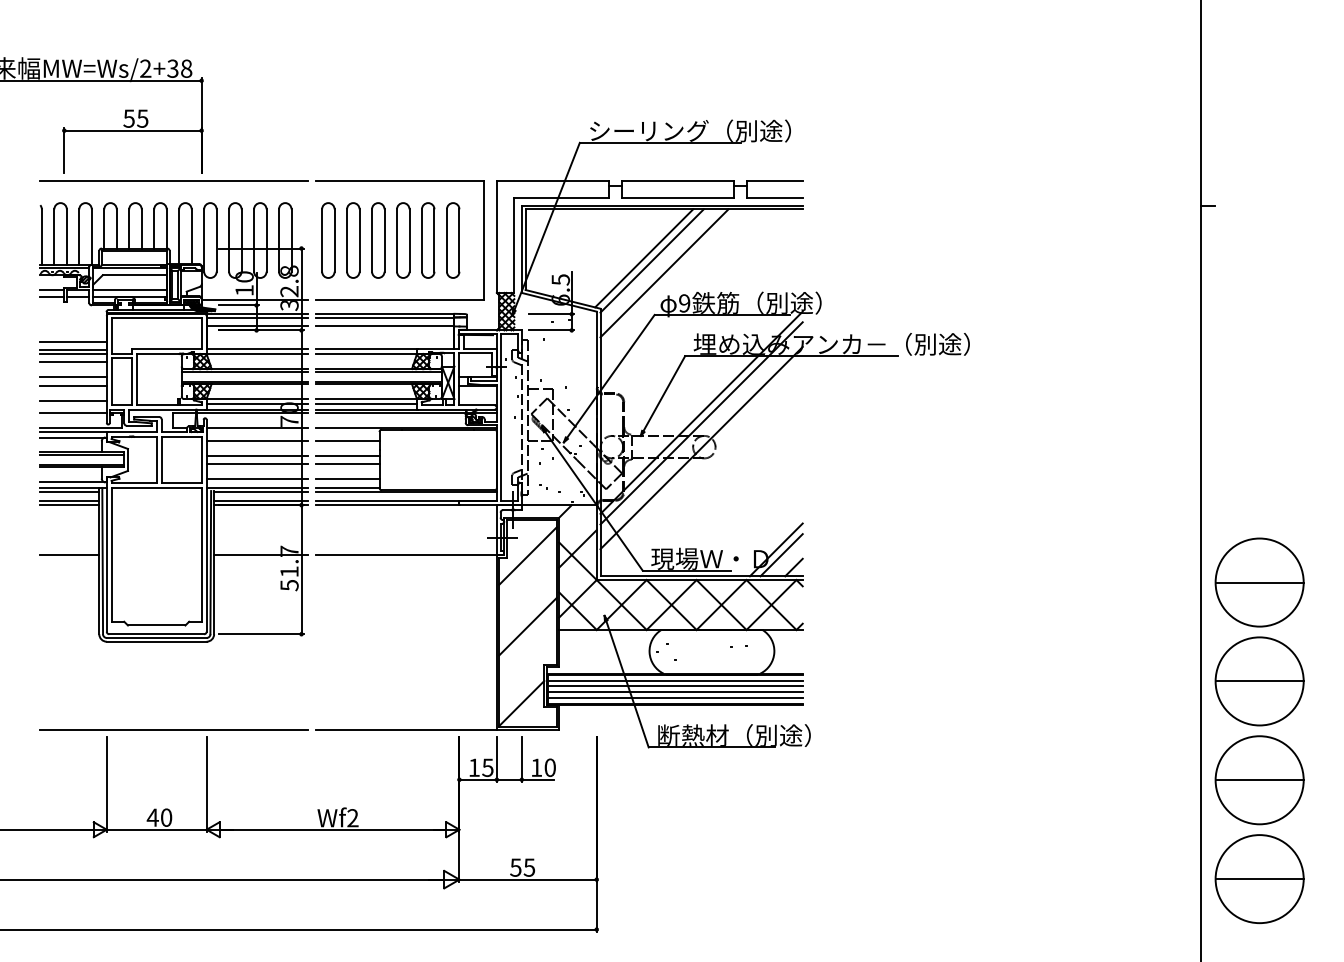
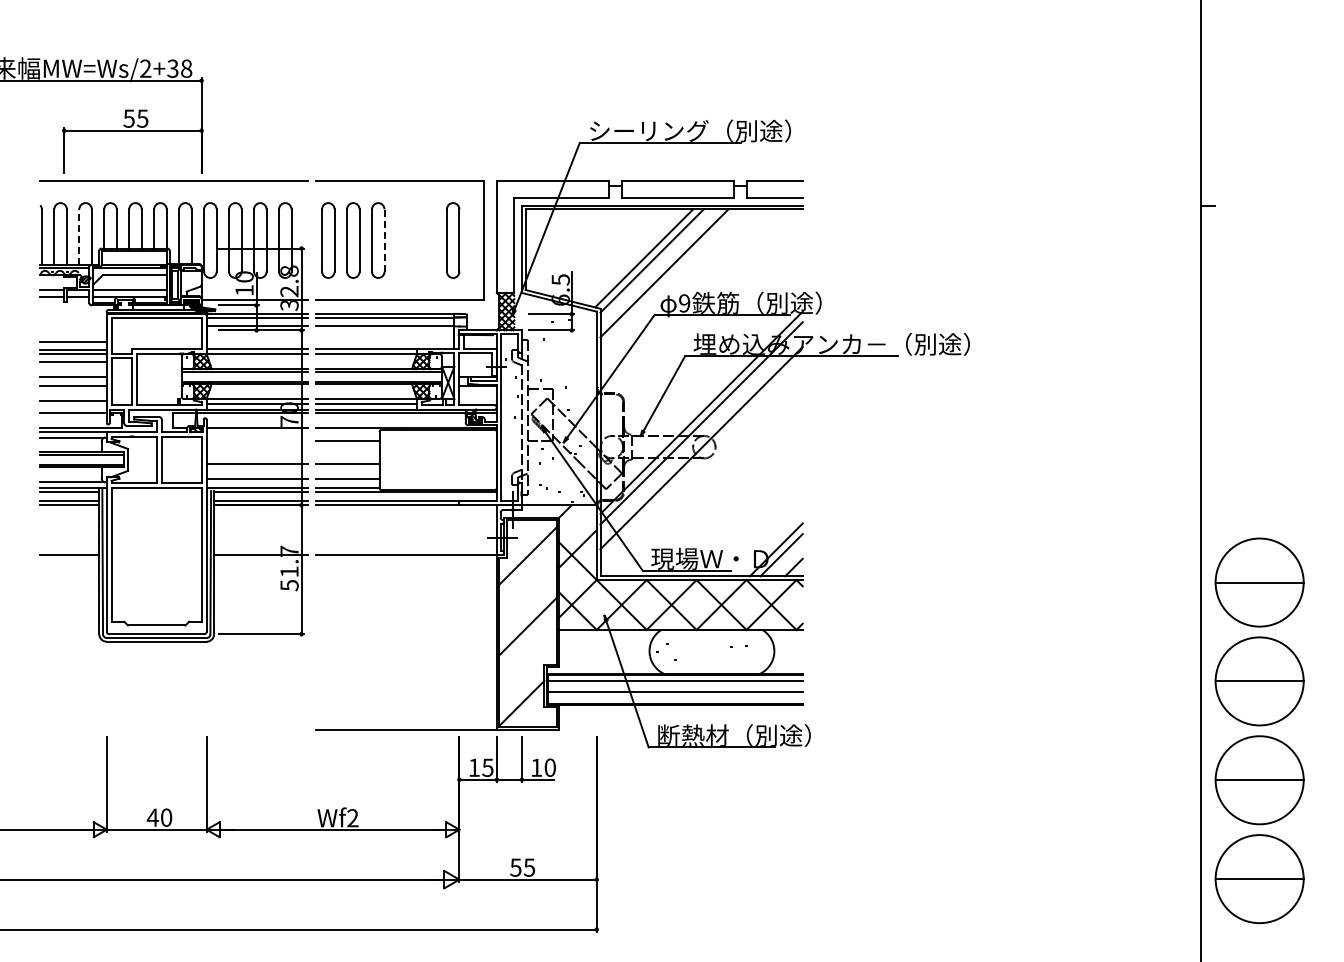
line at (79, 237): solid -> dashed
line at (384, 240): solid -> dashed
part at (403, 240): present -> none
part at (428, 240): present -> none
line at (257, 440): present -> none
line at (257, 455): present -> none
line at (347, 455): present -> none
line at (675, 686): present -> none
line at (675, 697): present -> none
line at (174, 729): present -> none
